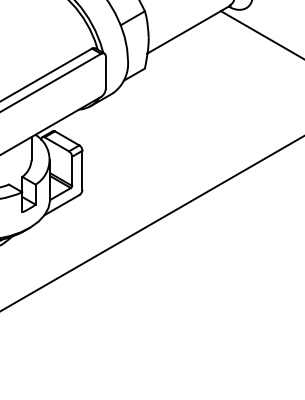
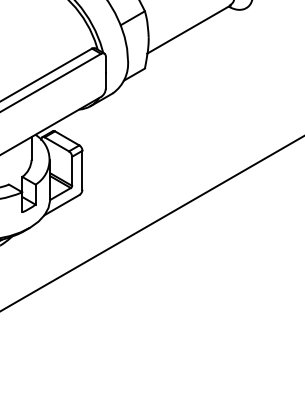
line at (260, 34): present -> none
